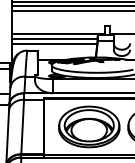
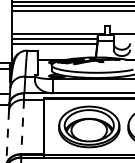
line at (22, 127): solid -> dashed
line at (7, 136): solid -> dashed
